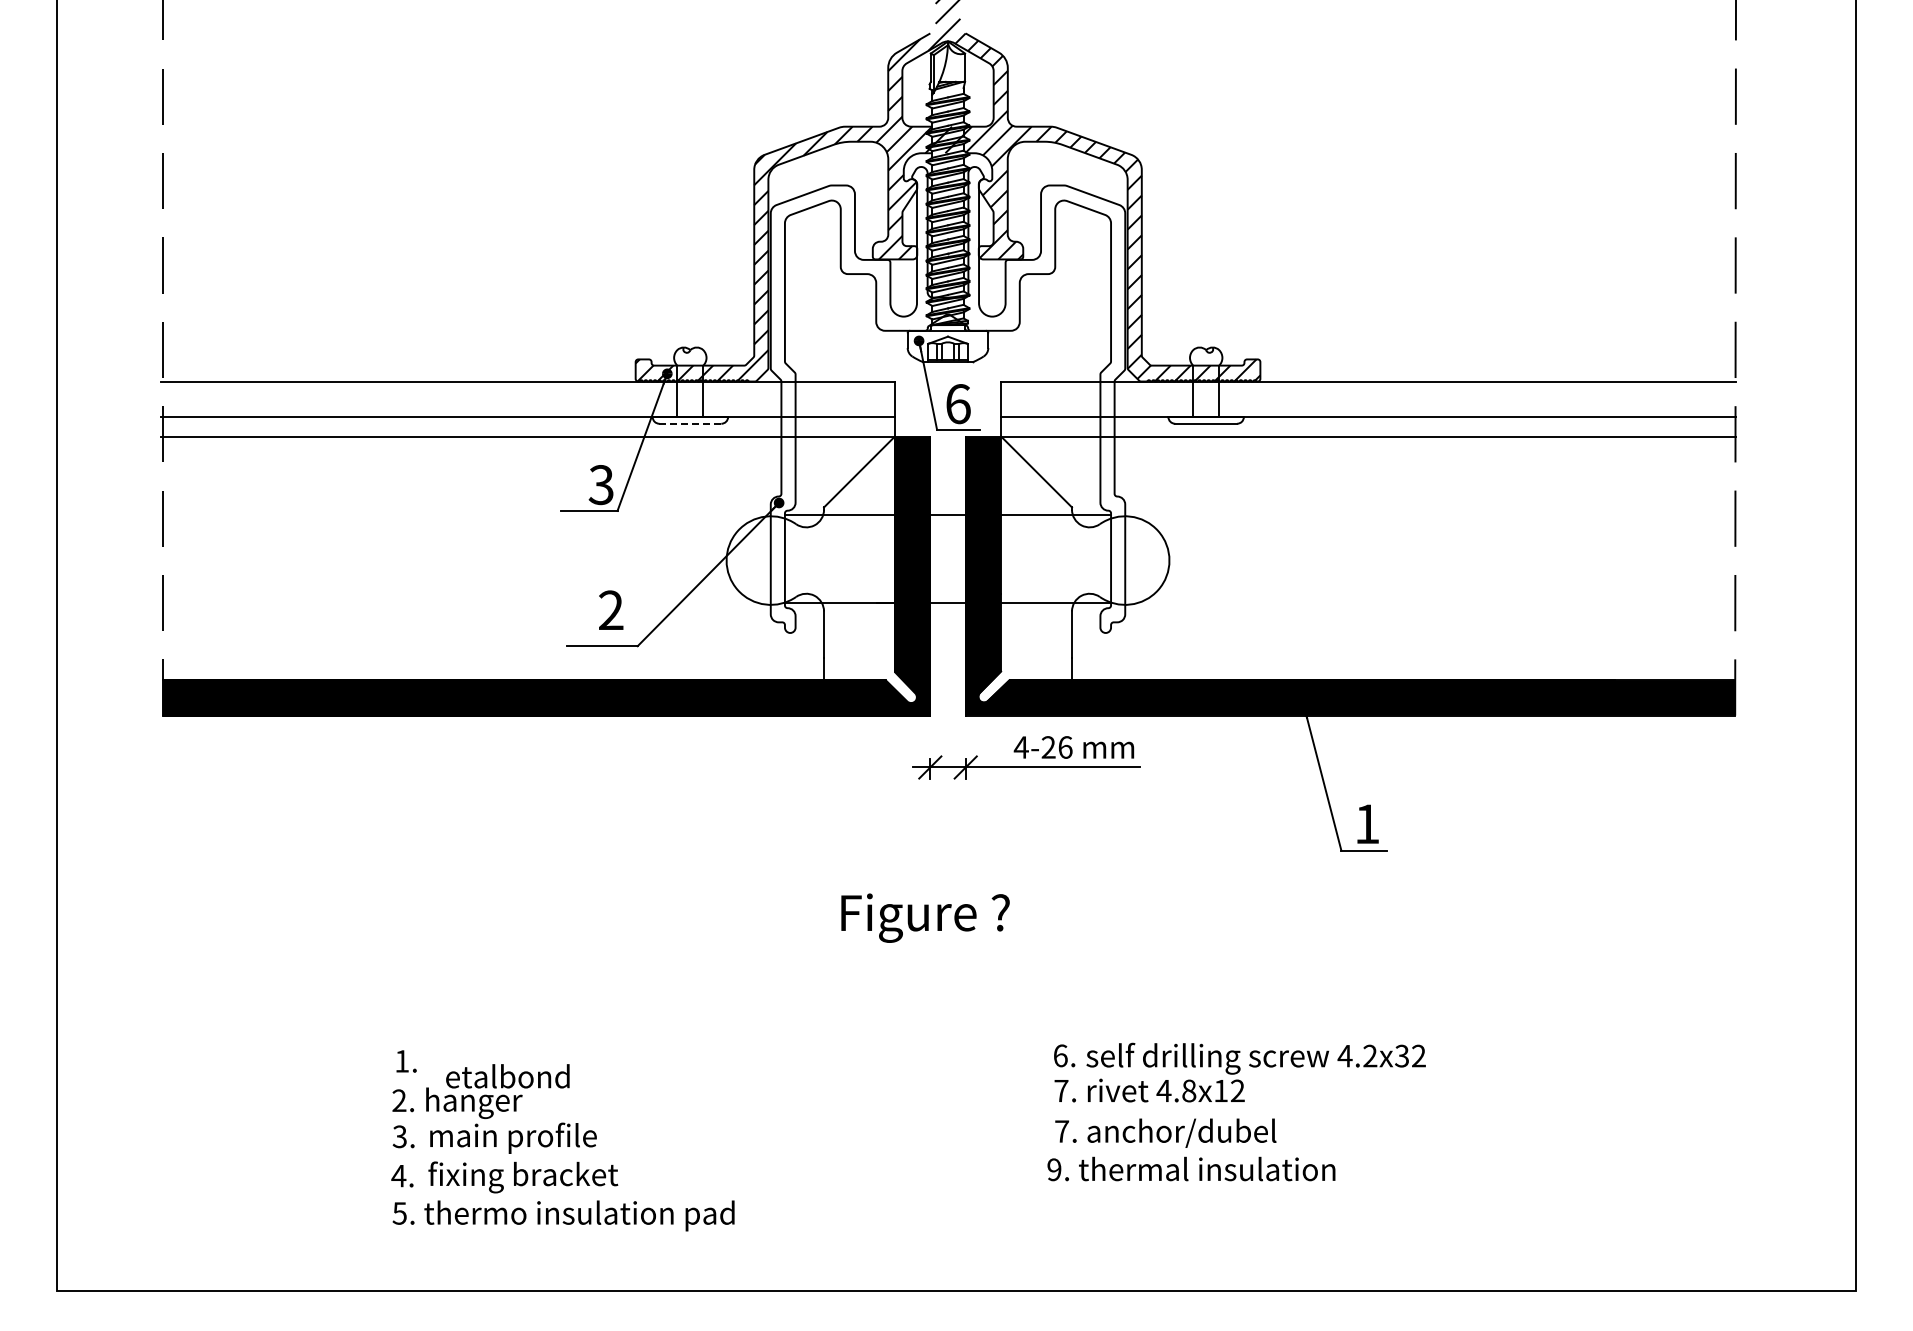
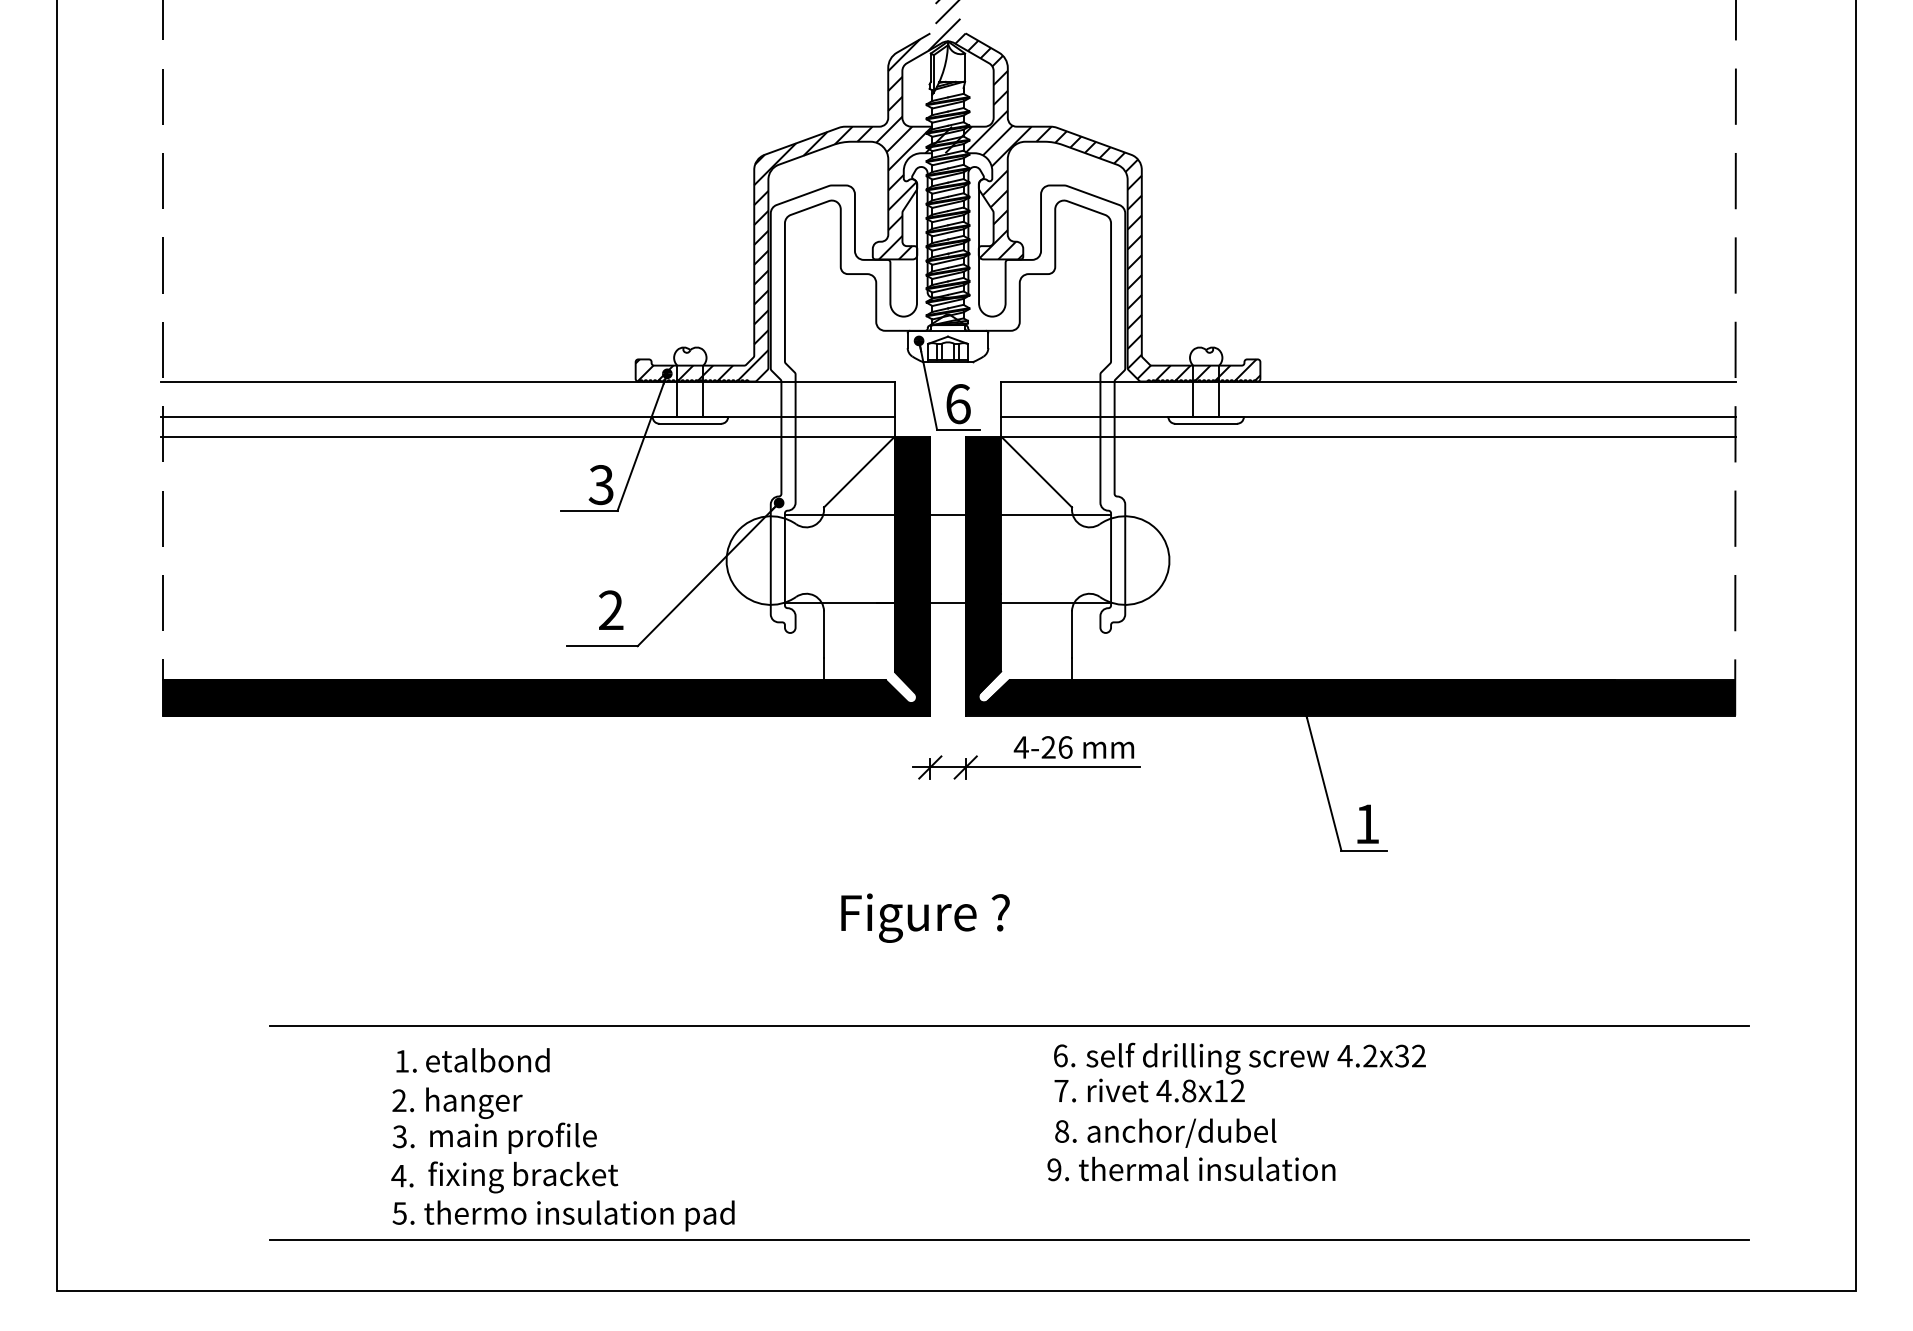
line at (690, 423): dashed -> solid
line at (1008, 1026): none -> present
text at (507, 1076) position: (507, 1076) -> (487, 1060)
text at (1062, 1131): 7. -> 8.
line at (1008, 1240): none -> present
